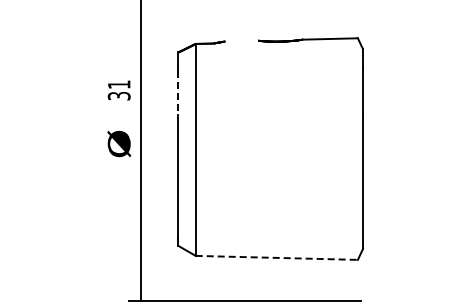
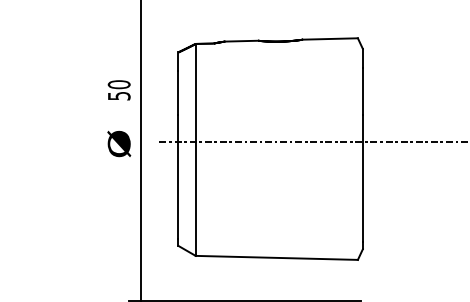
line at (241, 40): none -> present
text at (118, 90): 31 -> 50
line at (178, 93): dashed -> solid
line at (312, 142): none -> present
line at (277, 257): dashed -> solid
